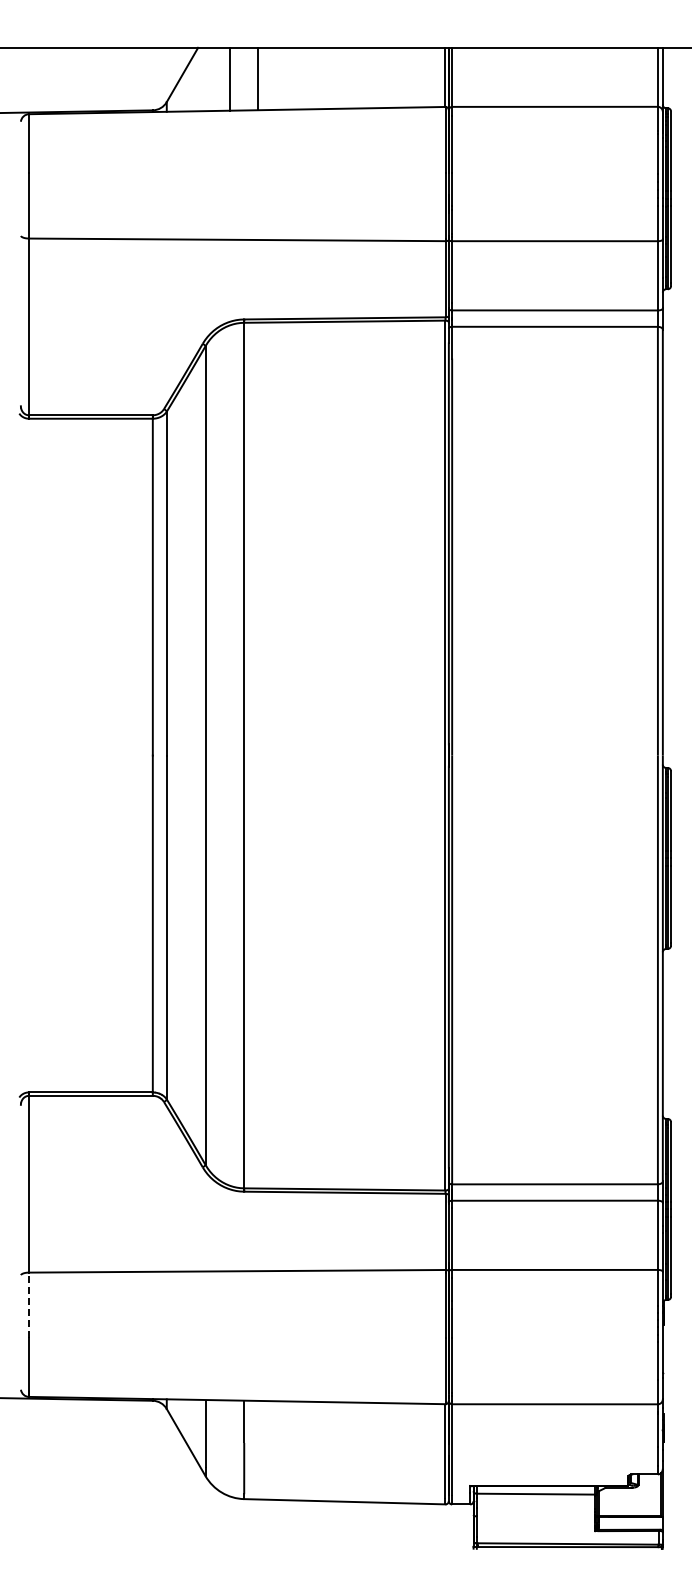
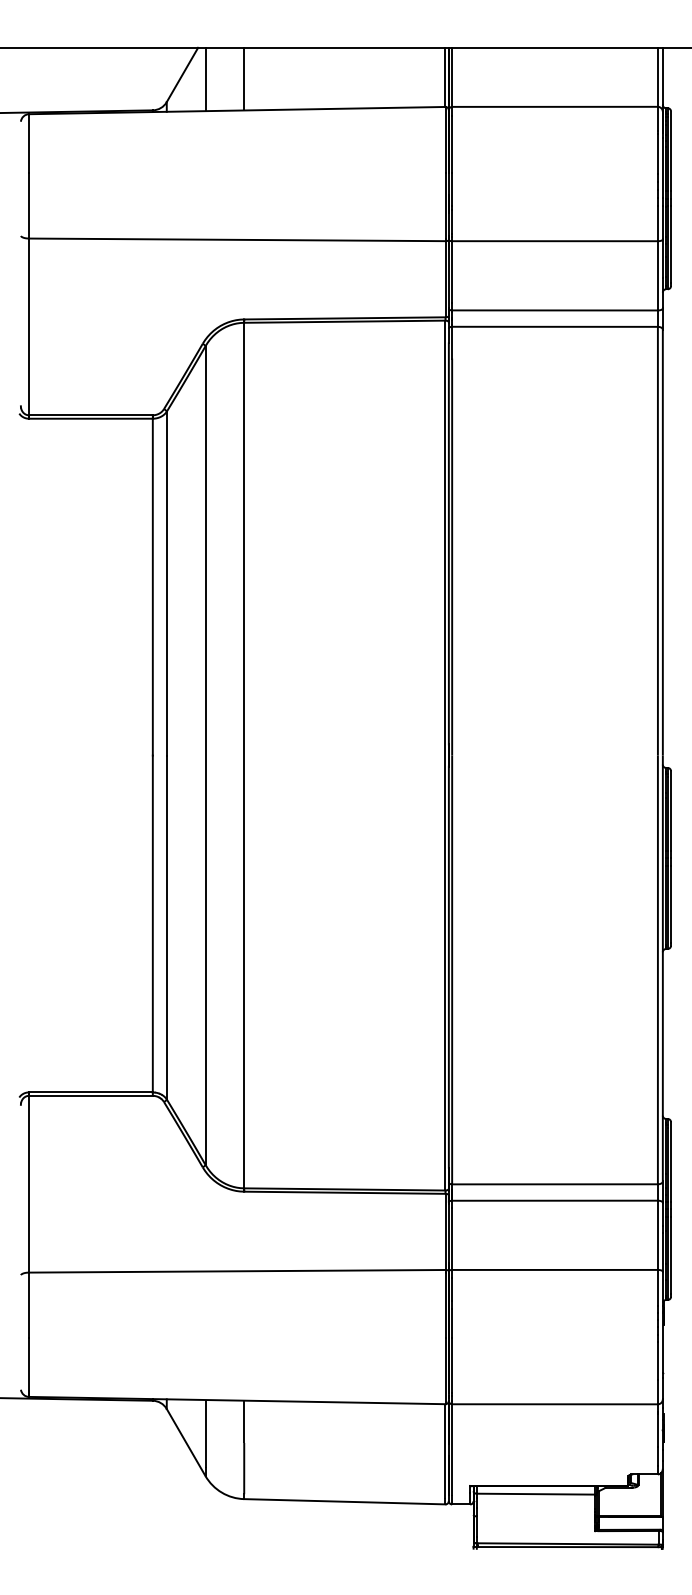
line at (258, 78) position: (258, 78) -> (244, 78)
line at (229, 79) position: (229, 79) -> (205, 79)
line at (29, 1305): dashed -> solid
